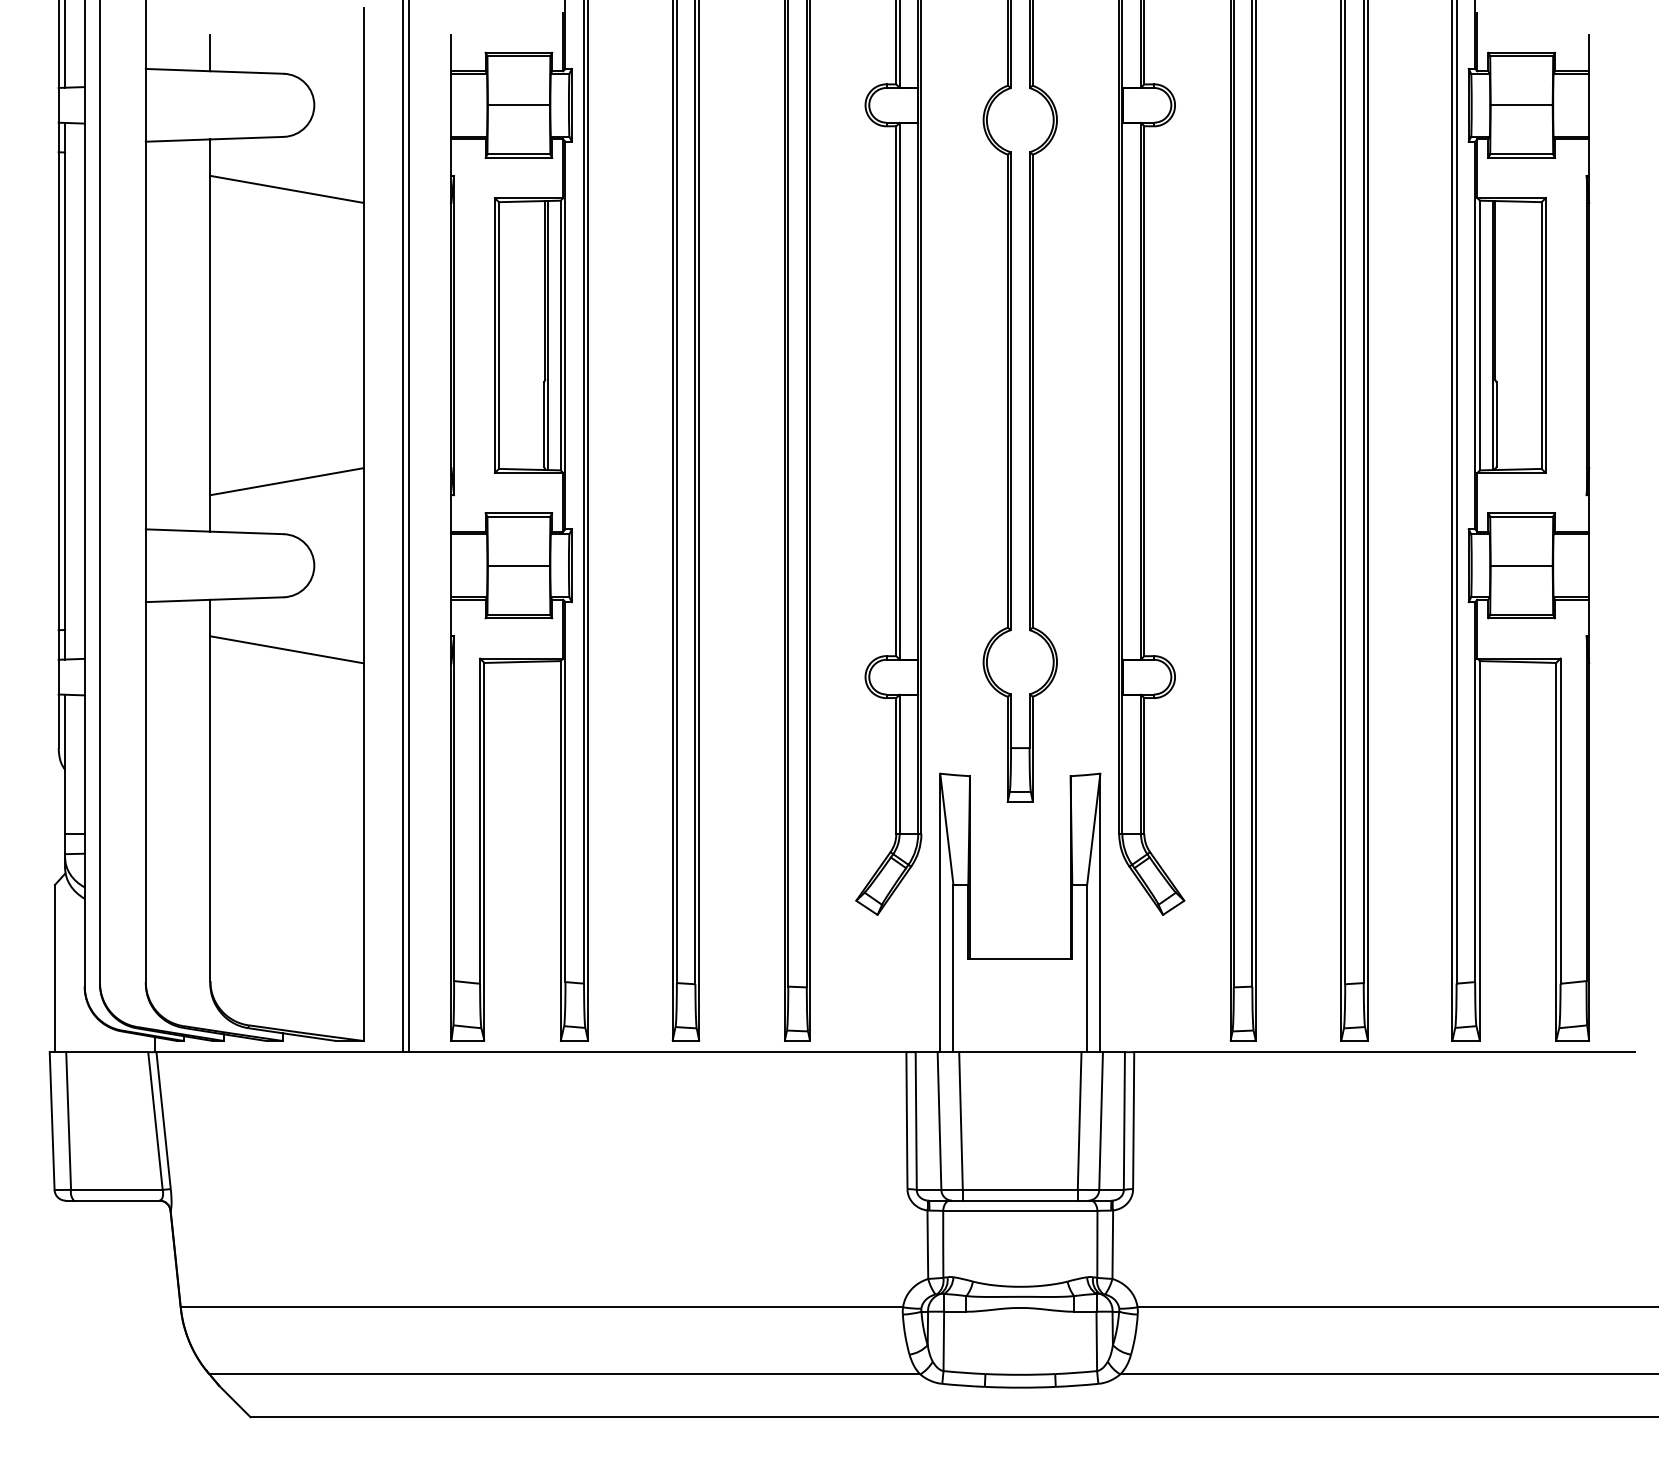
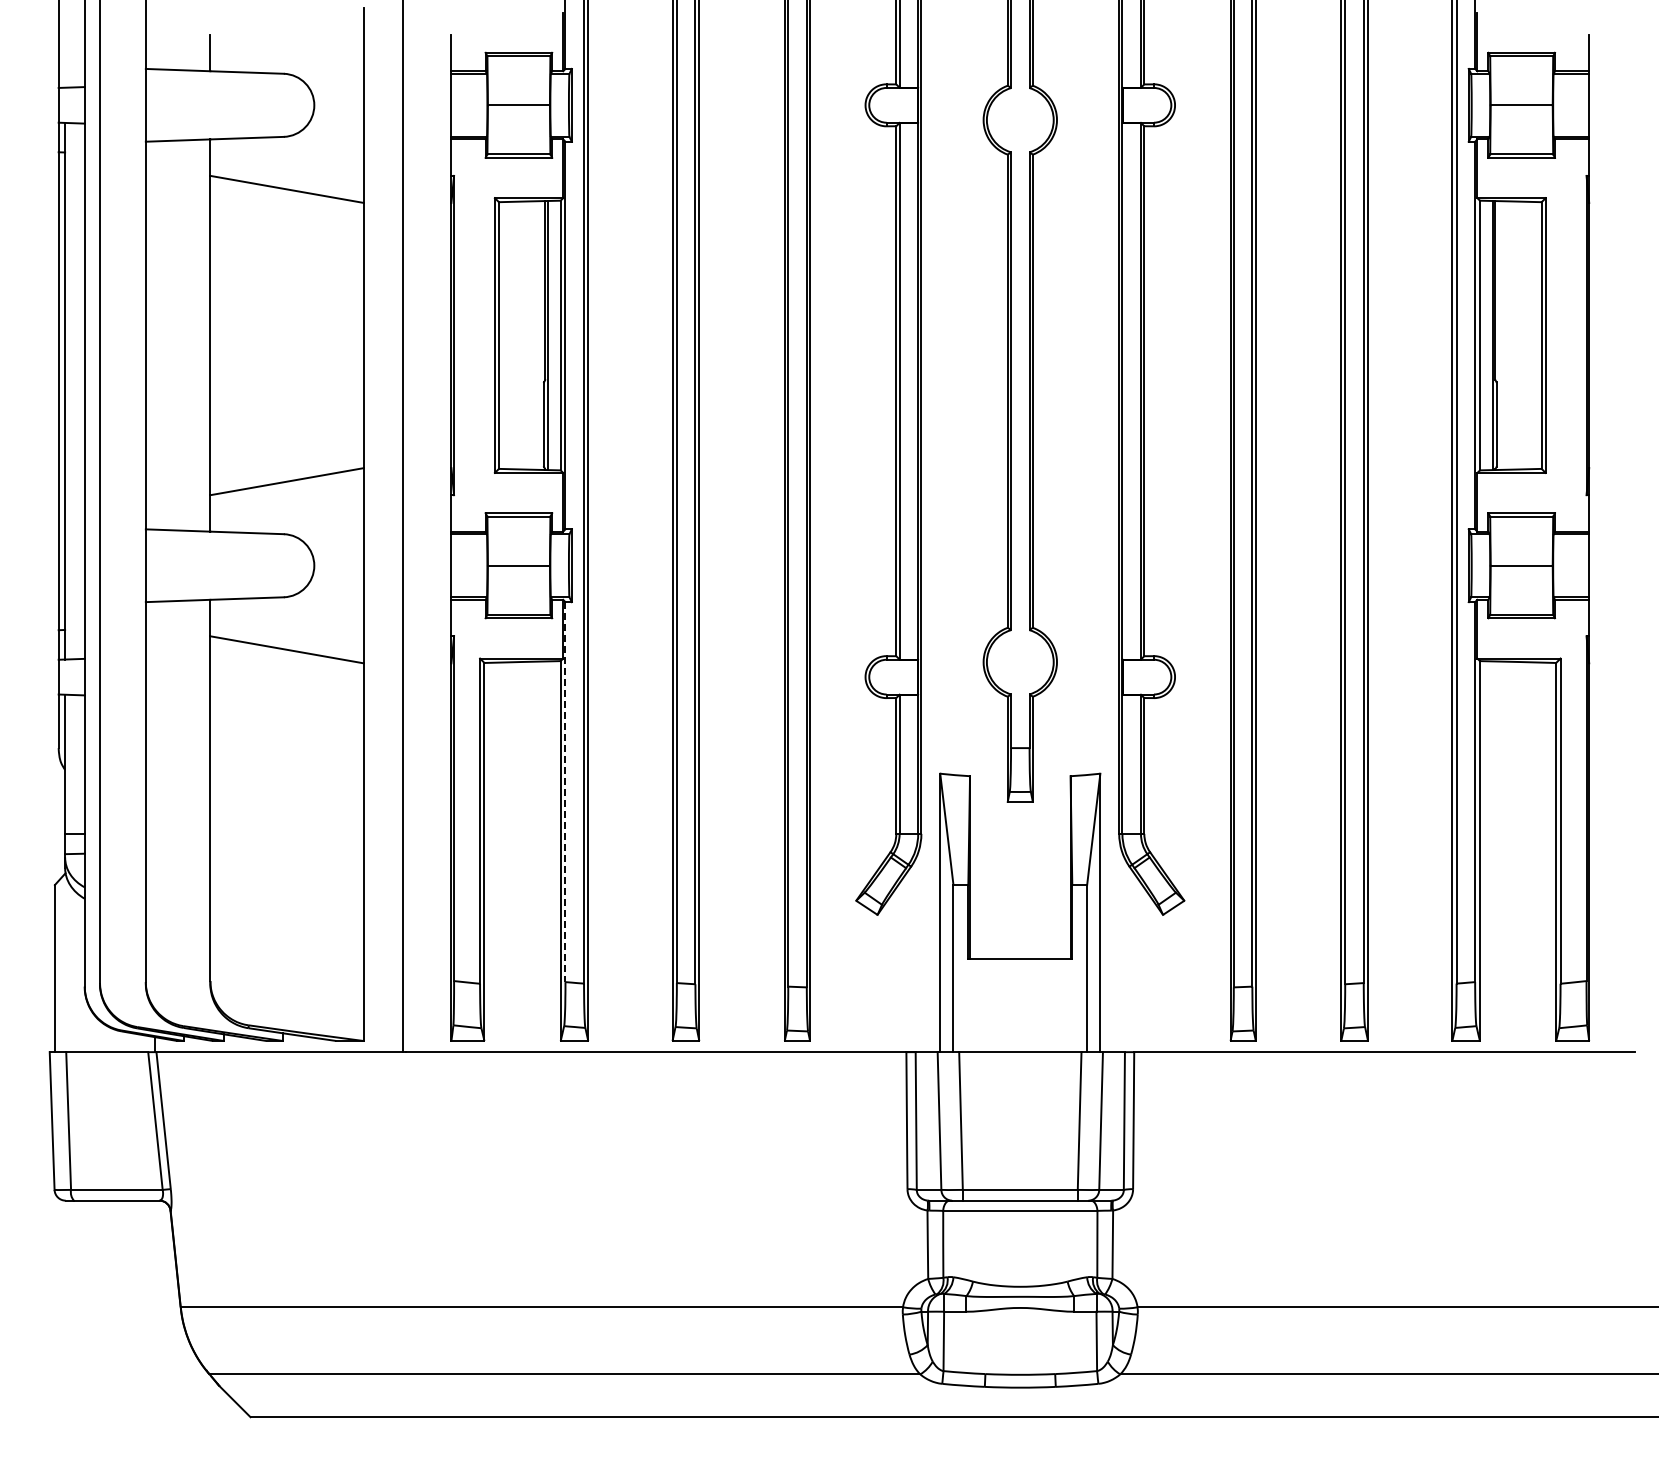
line at (65, 44): present -> none
line at (409, 527): present -> none
line at (565, 792): solid -> dashed
